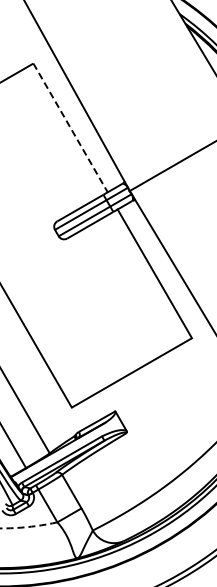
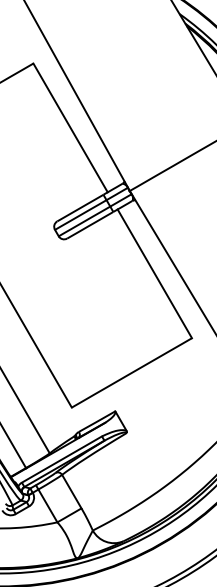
line at (70, 128): dashed -> solid
arc at (29, 526): dashed -> solid
